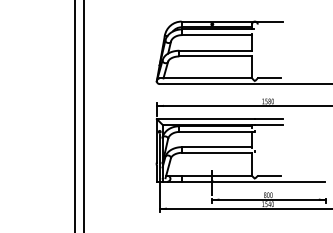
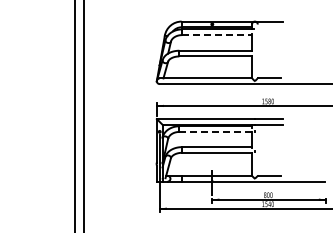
line at (217, 35): solid -> dashed
line at (216, 131): solid -> dashed
